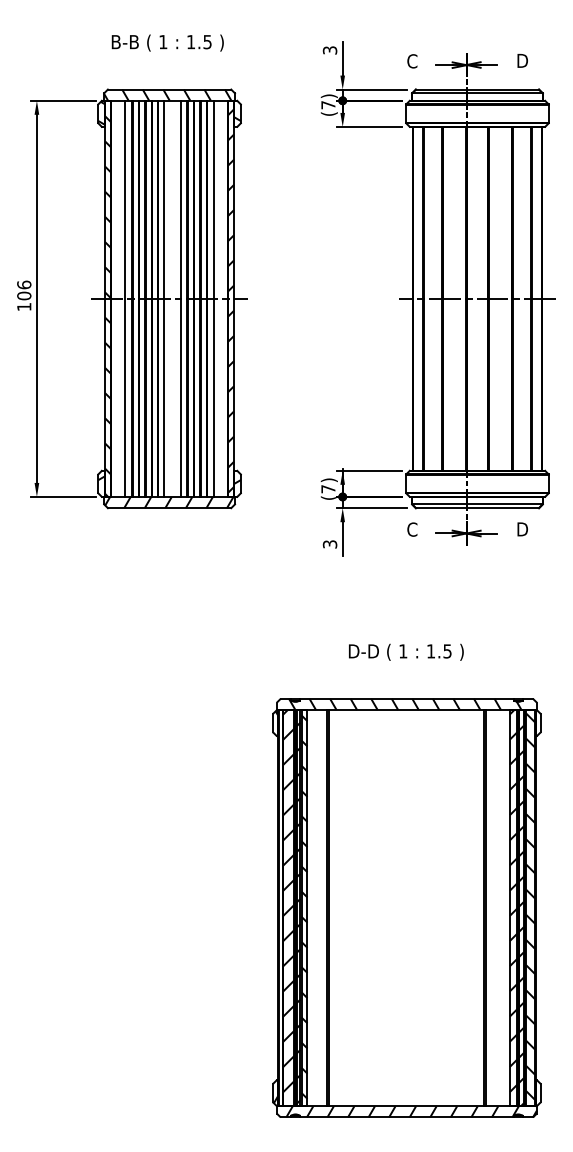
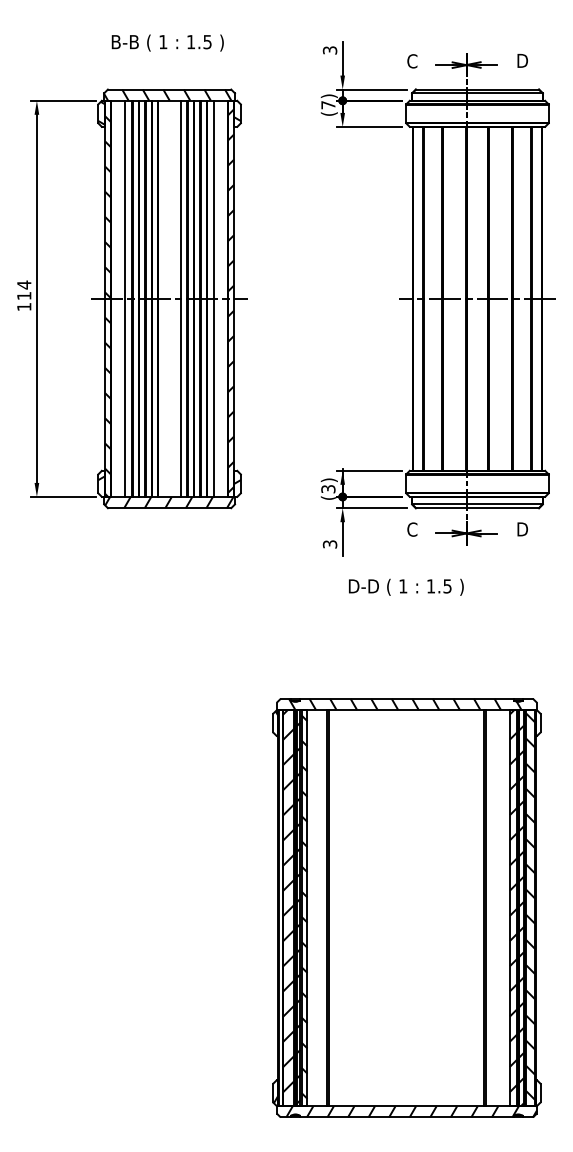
text at (24, 290): 106 -> 114
line at (163, 298): present -> none
text at (328, 489): (7) -> (3)
text at (406, 651) position: (406, 651) -> (406, 586)
